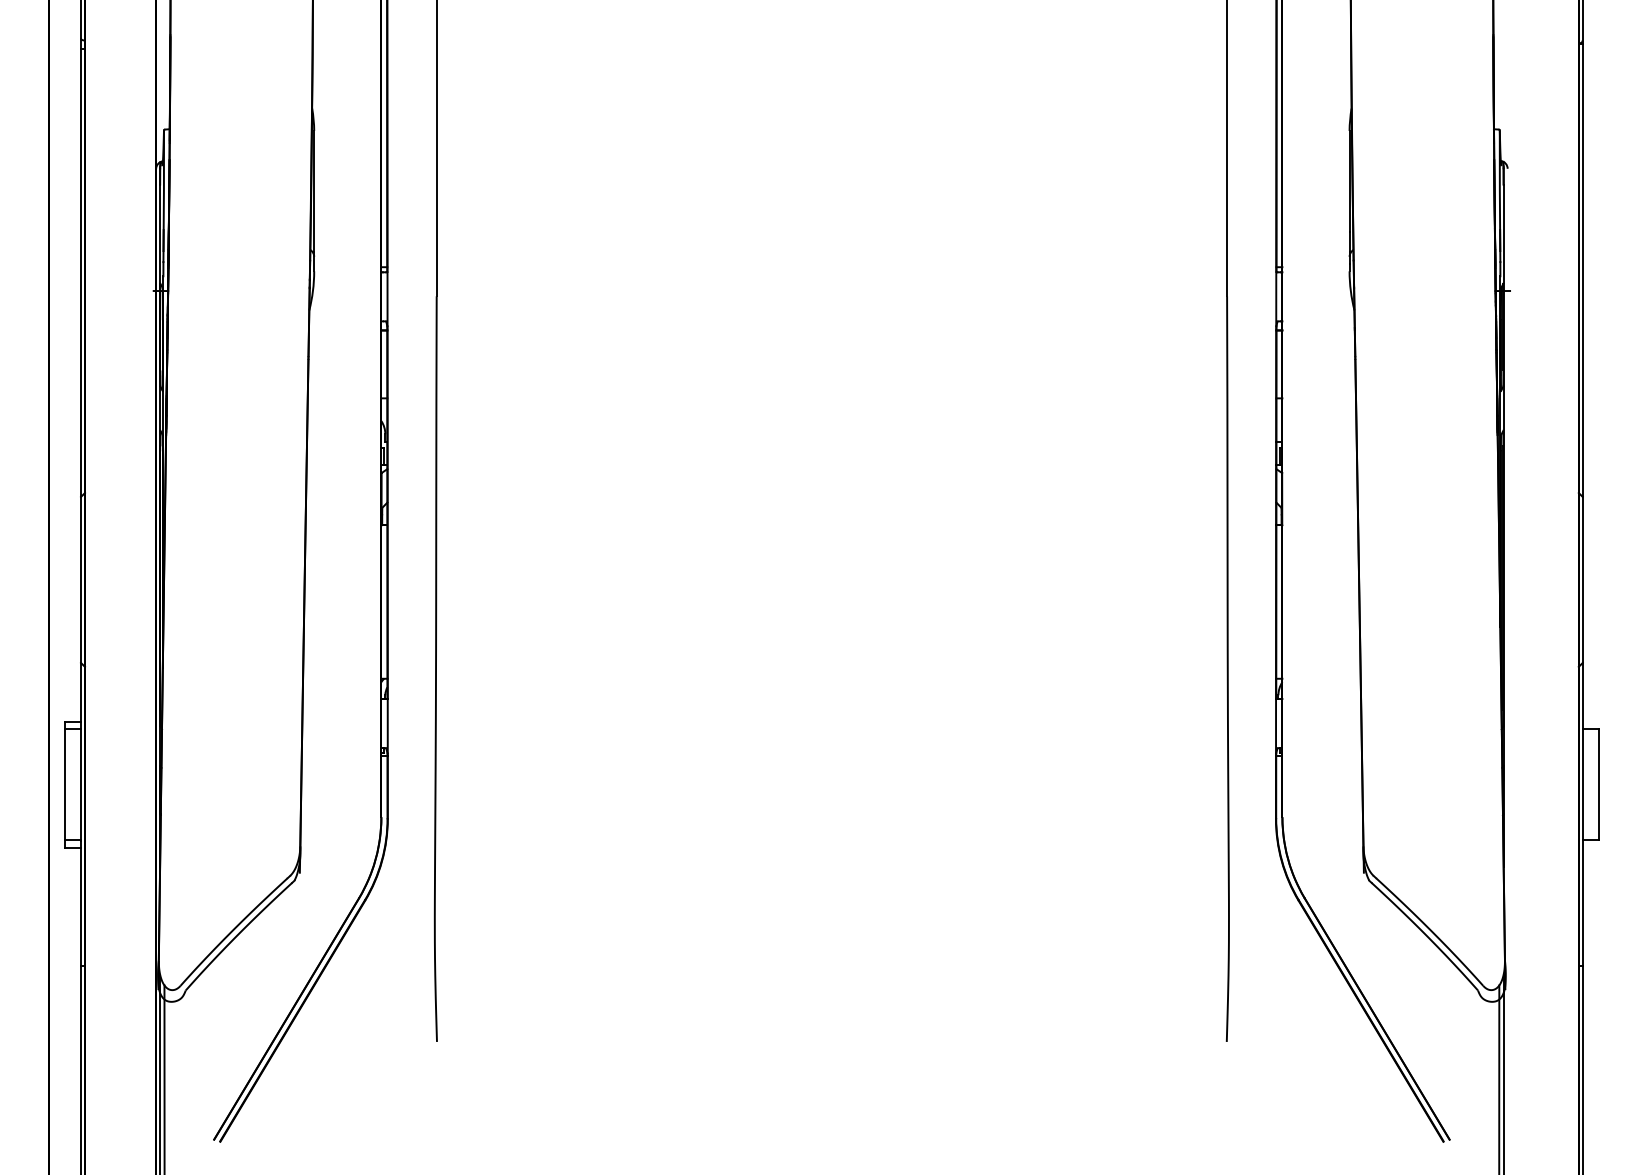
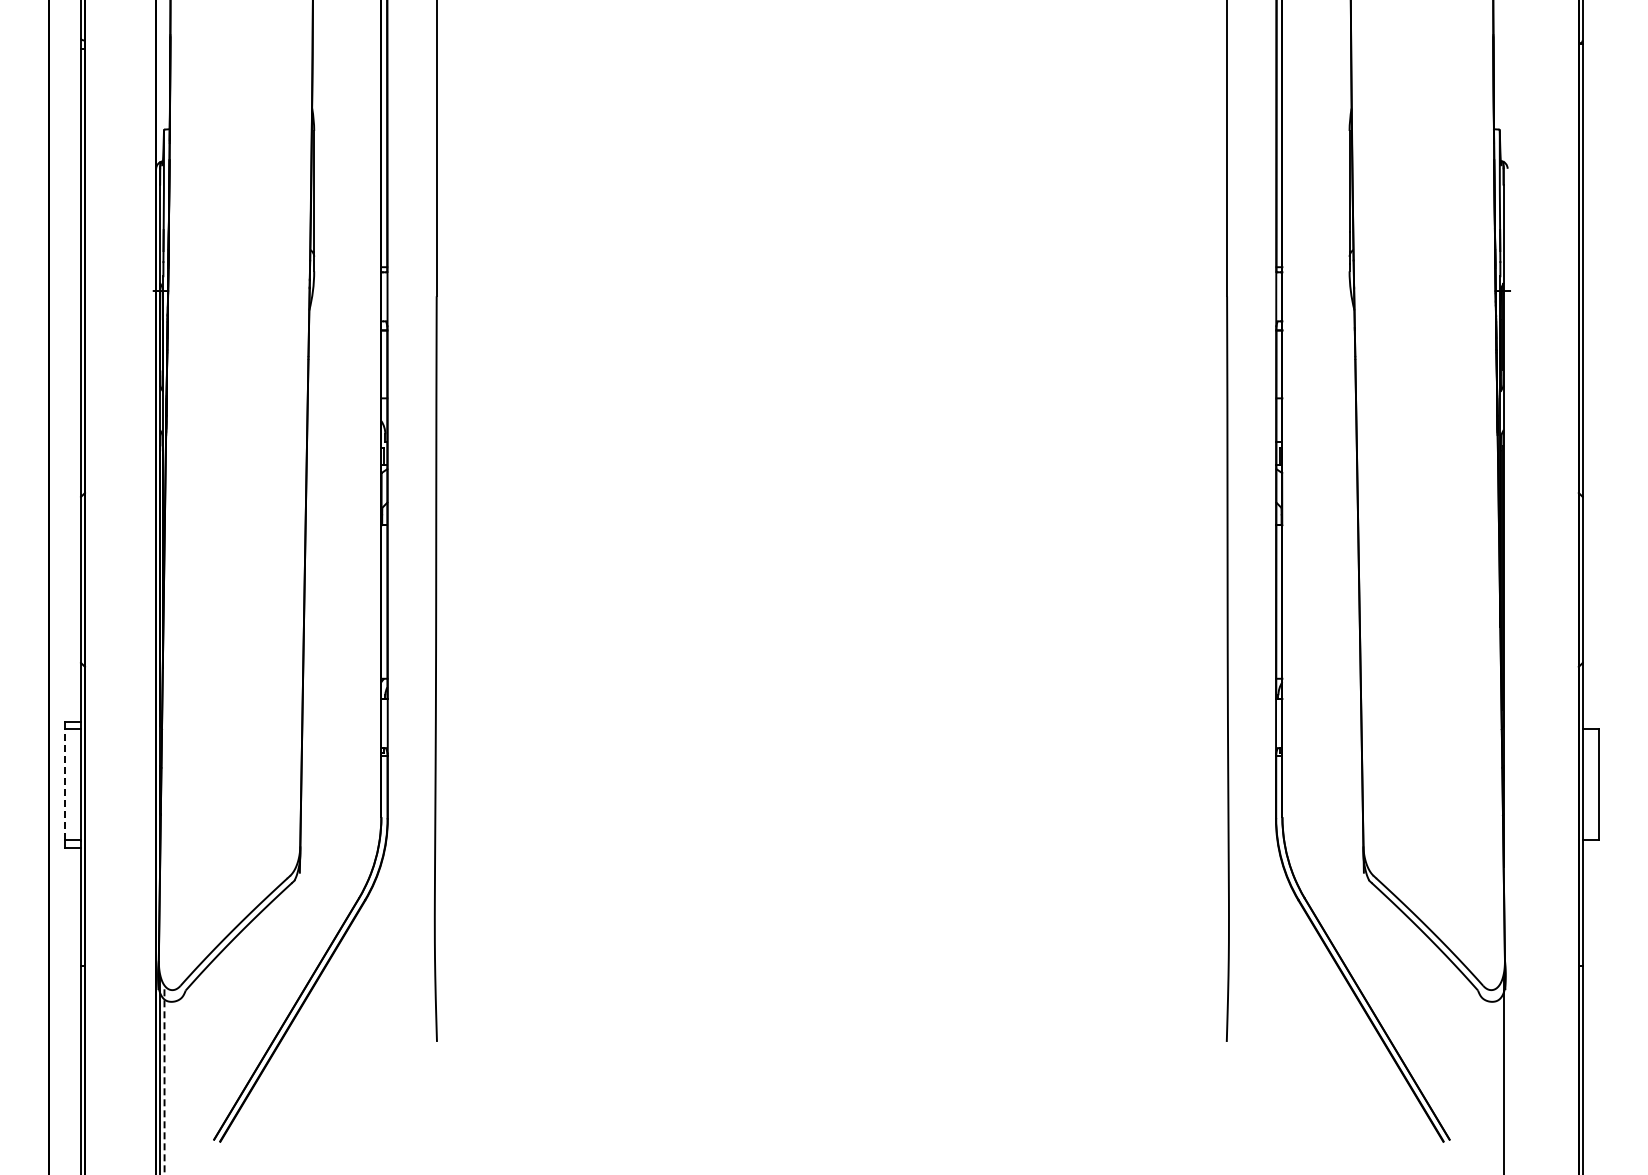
line at (65, 784): solid -> dashed
line at (1499, 1078): present -> none
line at (164, 1079): solid -> dashed
